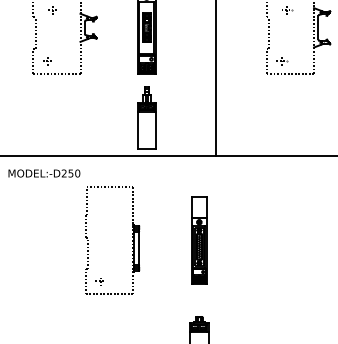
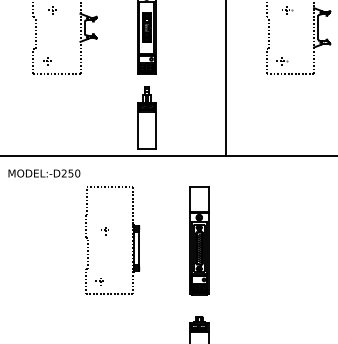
line at (216, 79) position: (216, 79) -> (226, 79)
part at (104, 231): none -> present
part at (199, 240) size: 17x89 px -> 21x110 px
